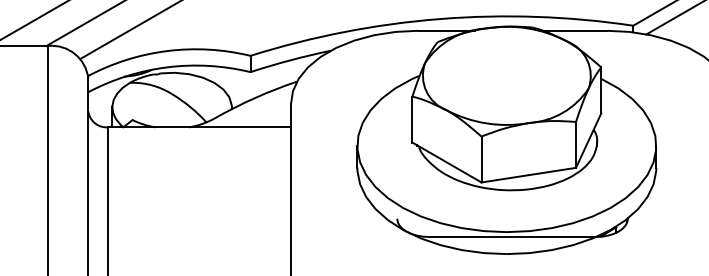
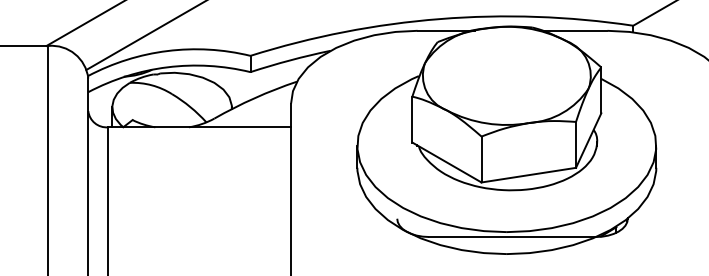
line at (674, 18): present -> none
line at (33, 20): present -> none
line at (129, 30) position: (129, 30) -> (144, 36)
